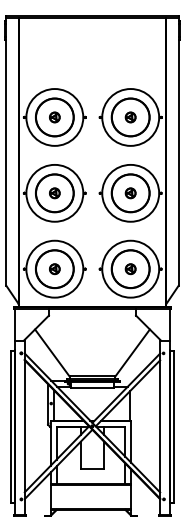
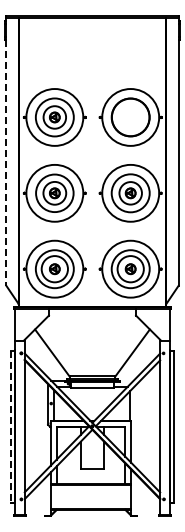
circle at (54, 117) diameter: 38 px -> 23 px
part at (130, 117): present -> none
line at (6, 162): solid -> dashed
circle at (54, 193) diameter: 38 px -> 23 px
circle at (130, 193) diameter: 38 px -> 23 px
circle at (54, 268) diameter: 38 px -> 26 px
circle at (130, 268) diameter: 38 px -> 26 px
line at (10, 427): solid -> dashed
